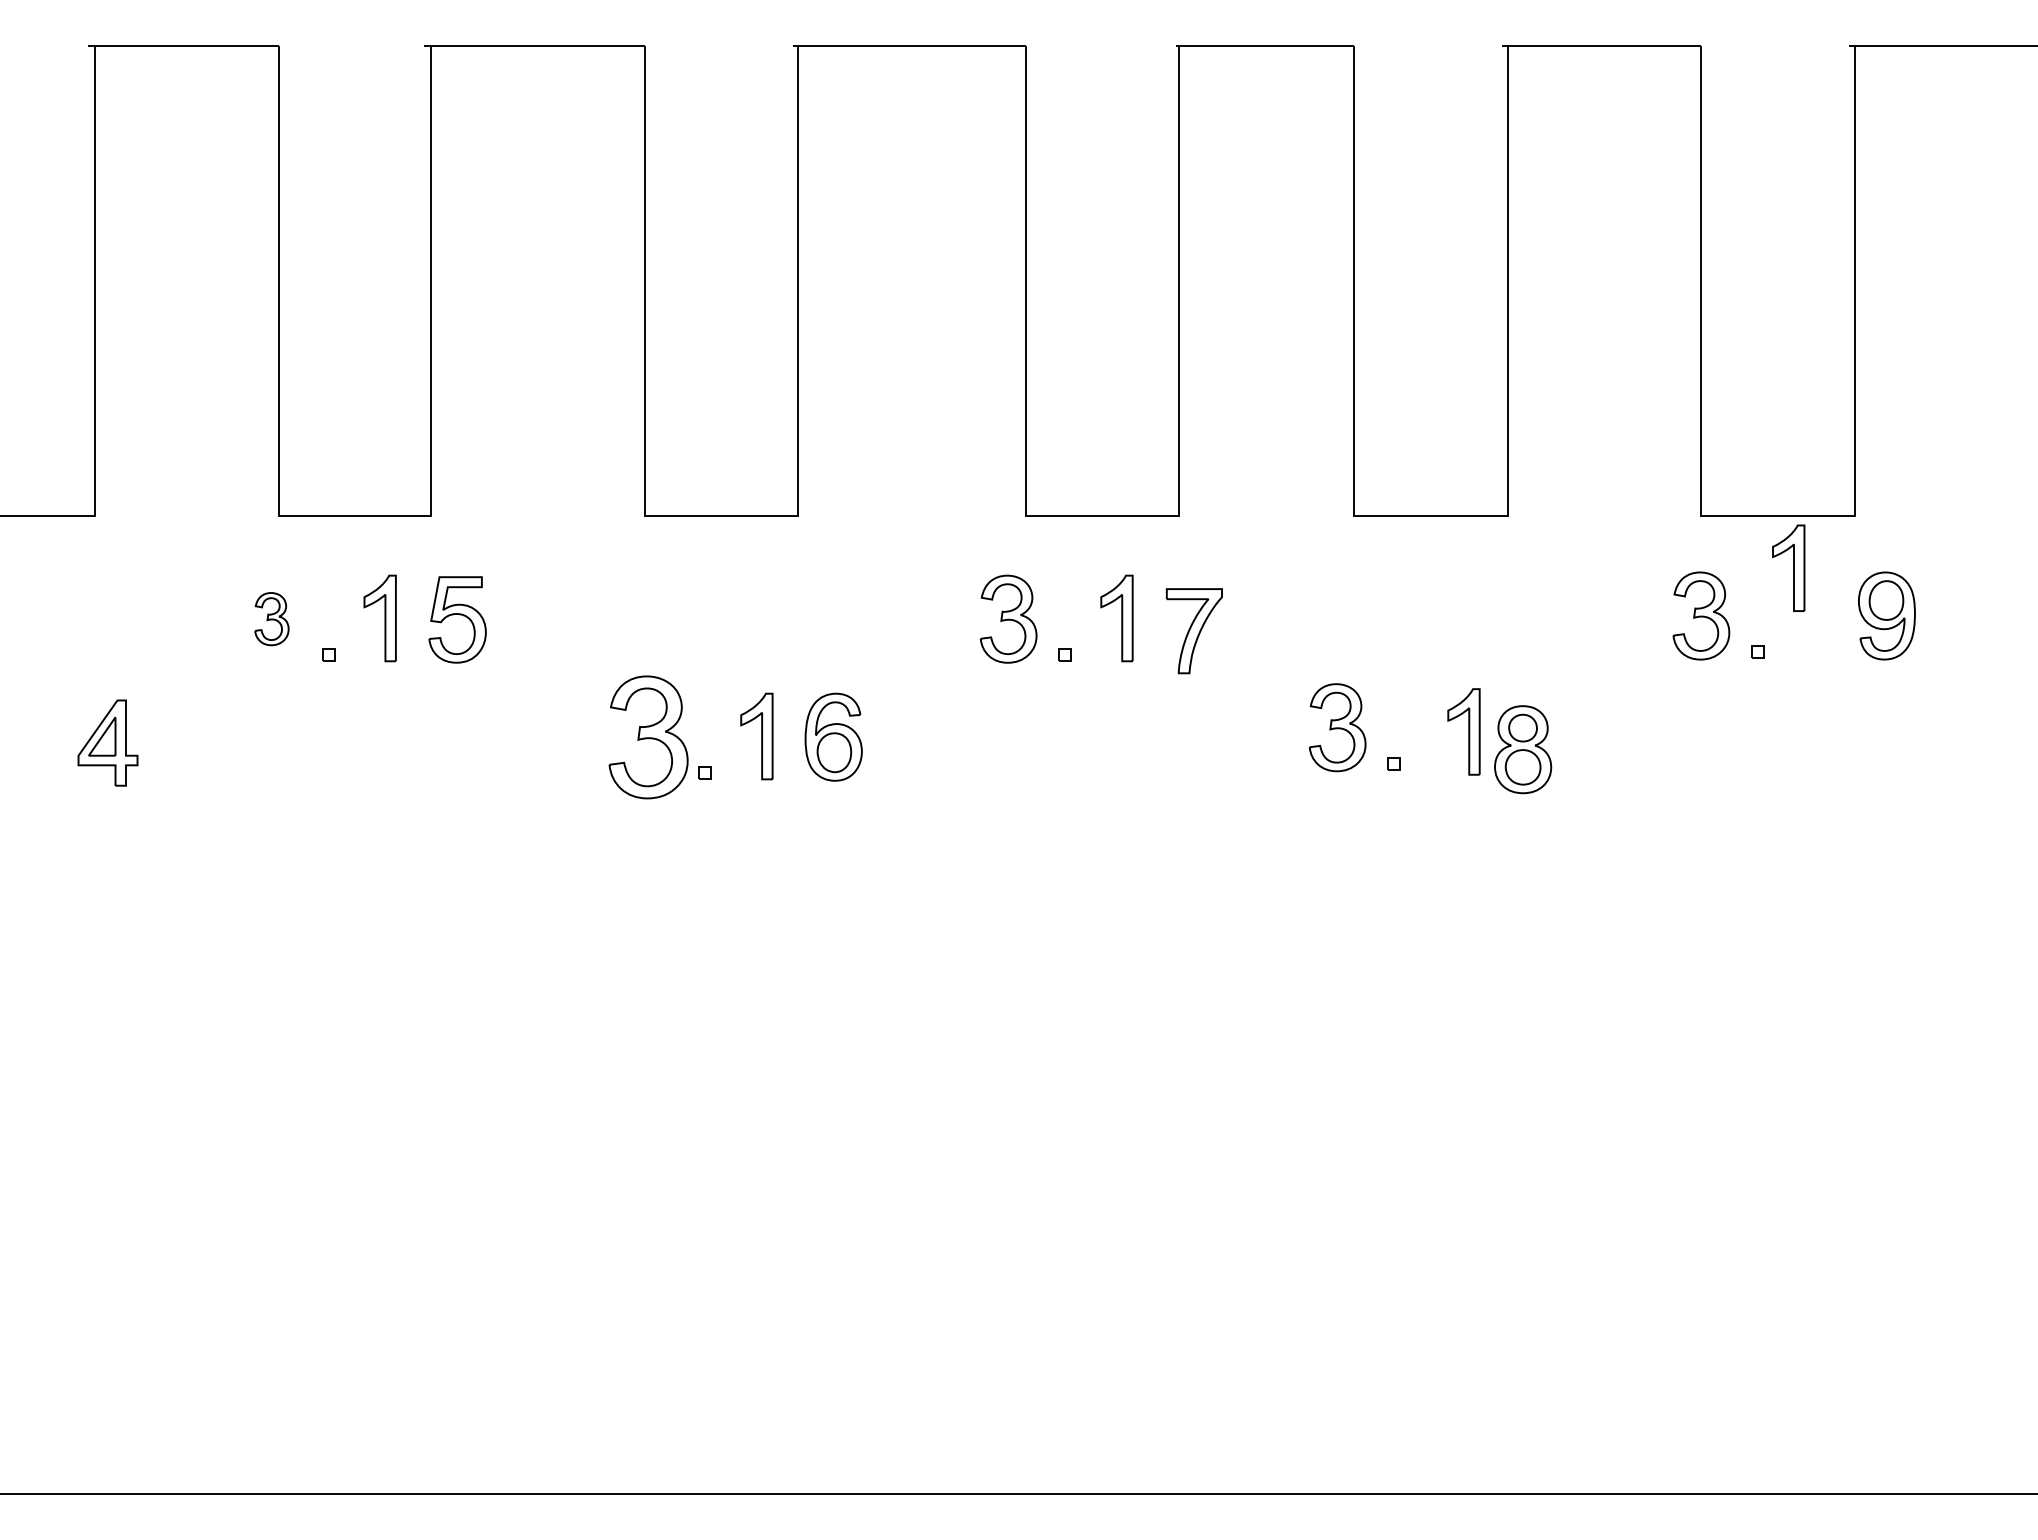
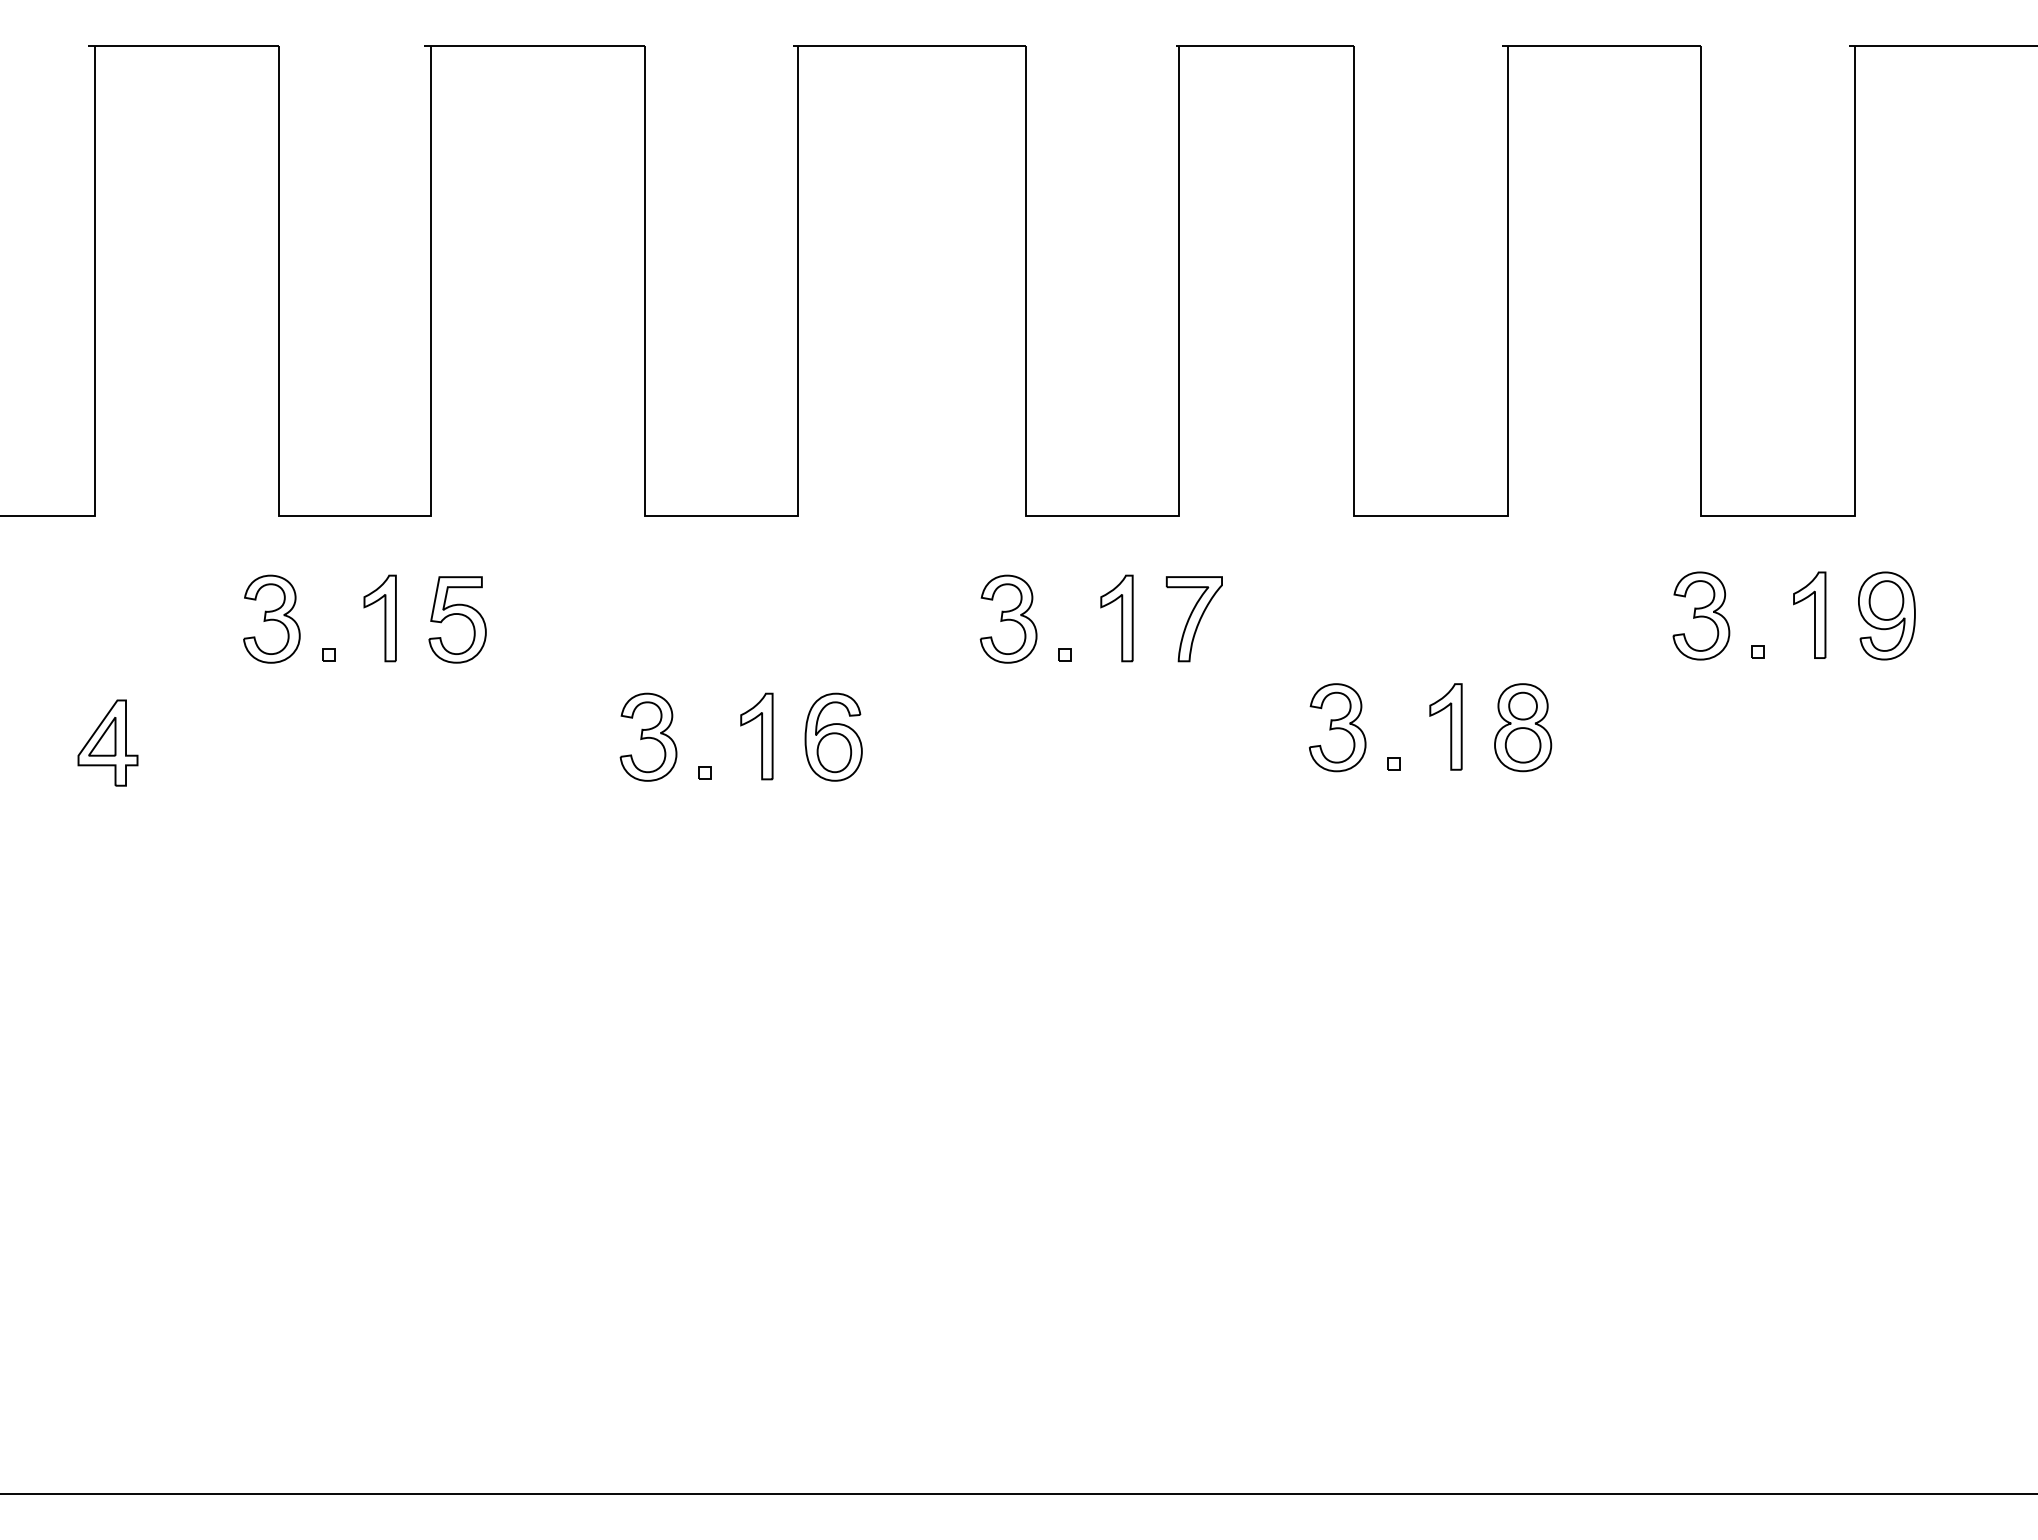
part at (1788, 567) position: (1788, 567) -> (1809, 614)
part at (271, 619) size: 36x55 px -> 58x90 px
part at (1193, 631) position: (1193, 631) -> (1193, 619)
part at (1463, 731) position: (1463, 731) -> (1445, 726)
part at (648, 737) size: 81x125 px -> 59x90 px
part at (1523, 749) position: (1523, 749) -> (1523, 727)
